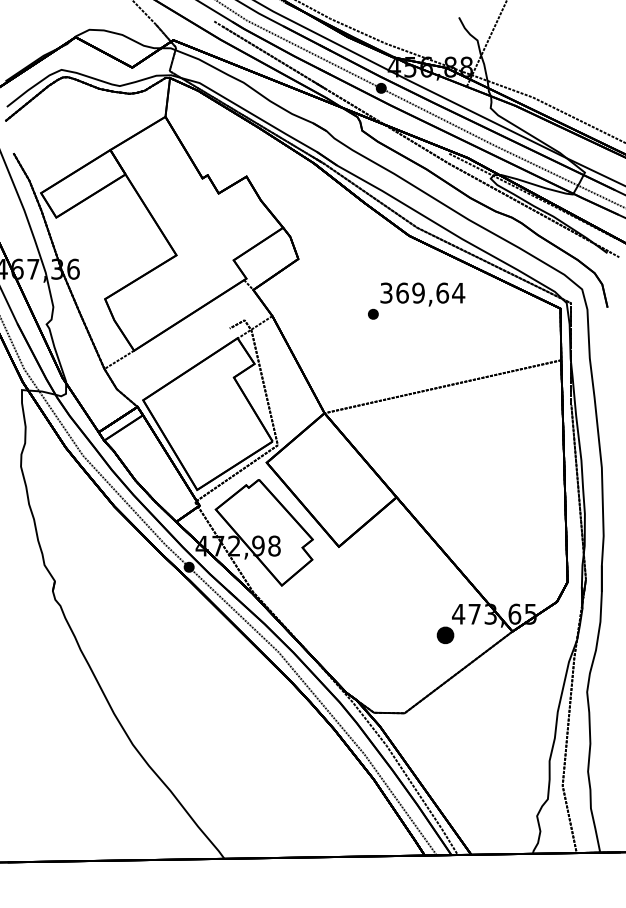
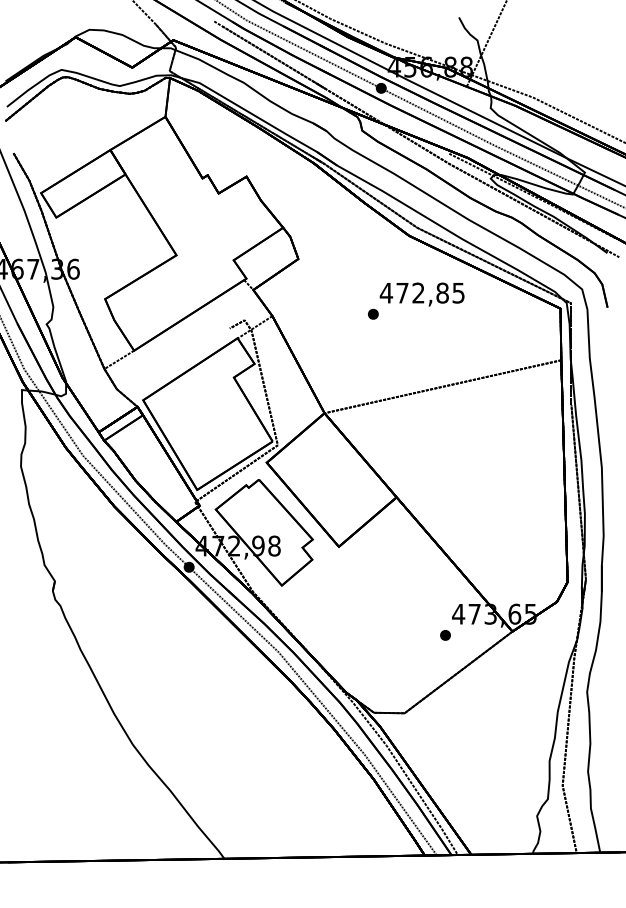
text at (422, 292): 369,64 -> 472,85
part at (445, 634) size: 19x18 px -> 11x11 px
